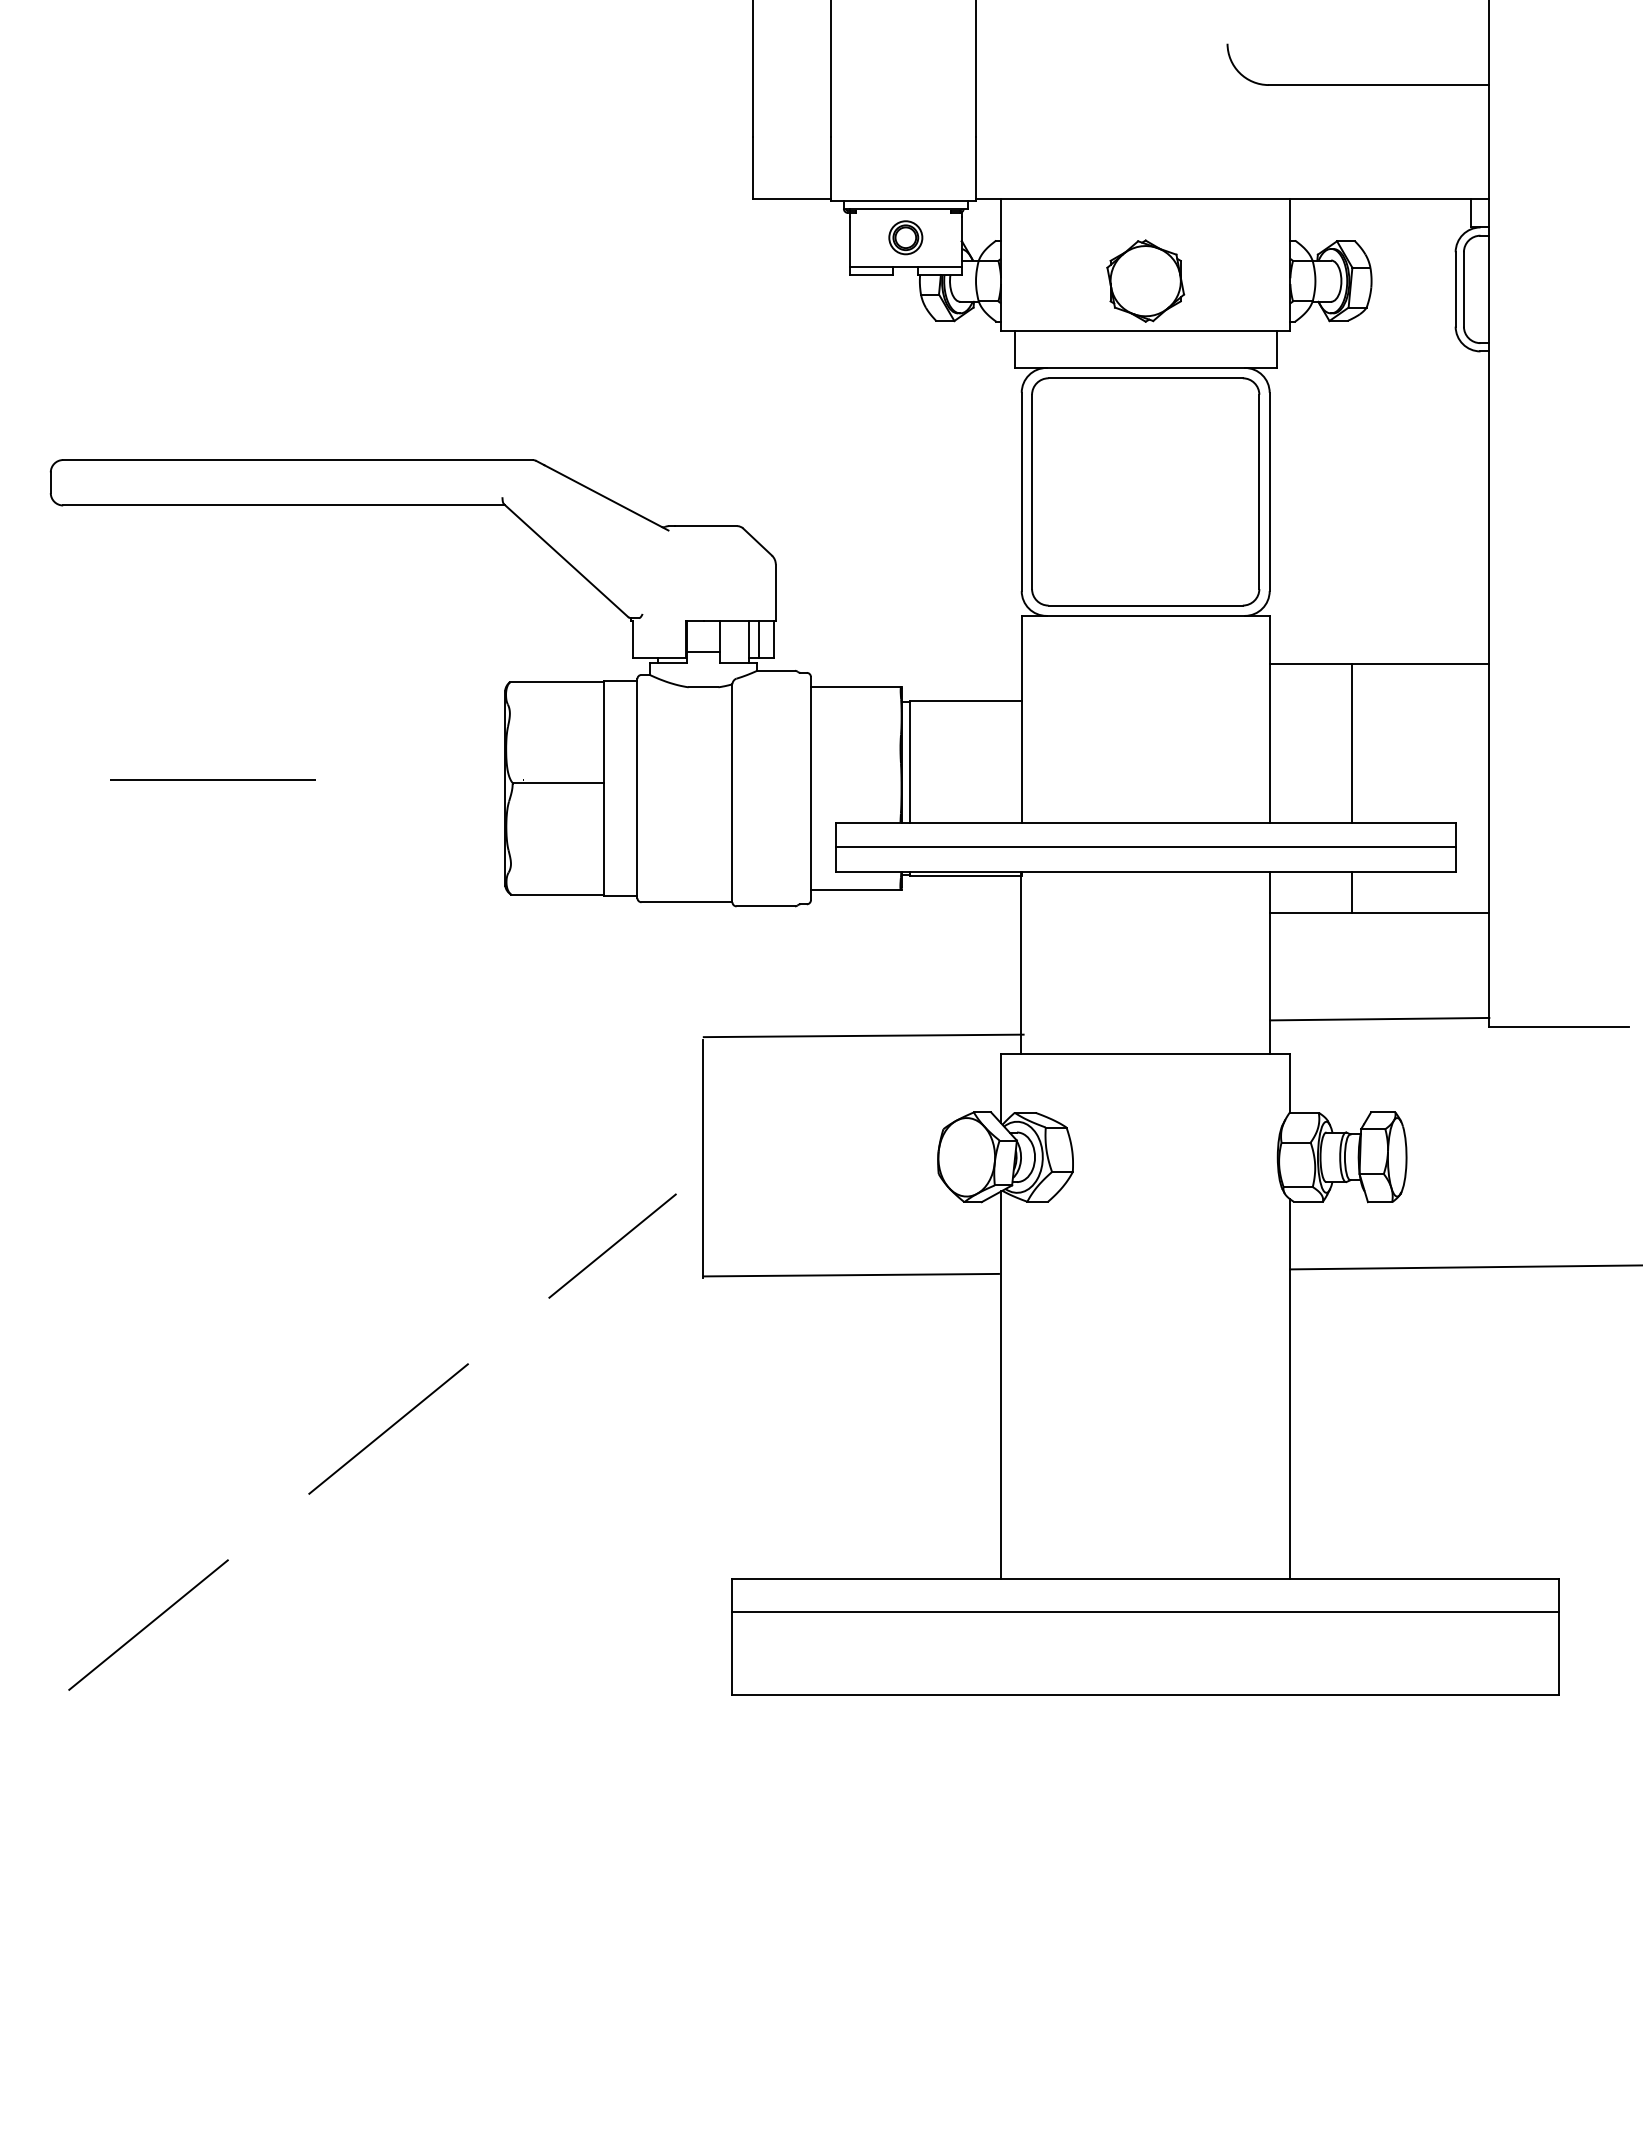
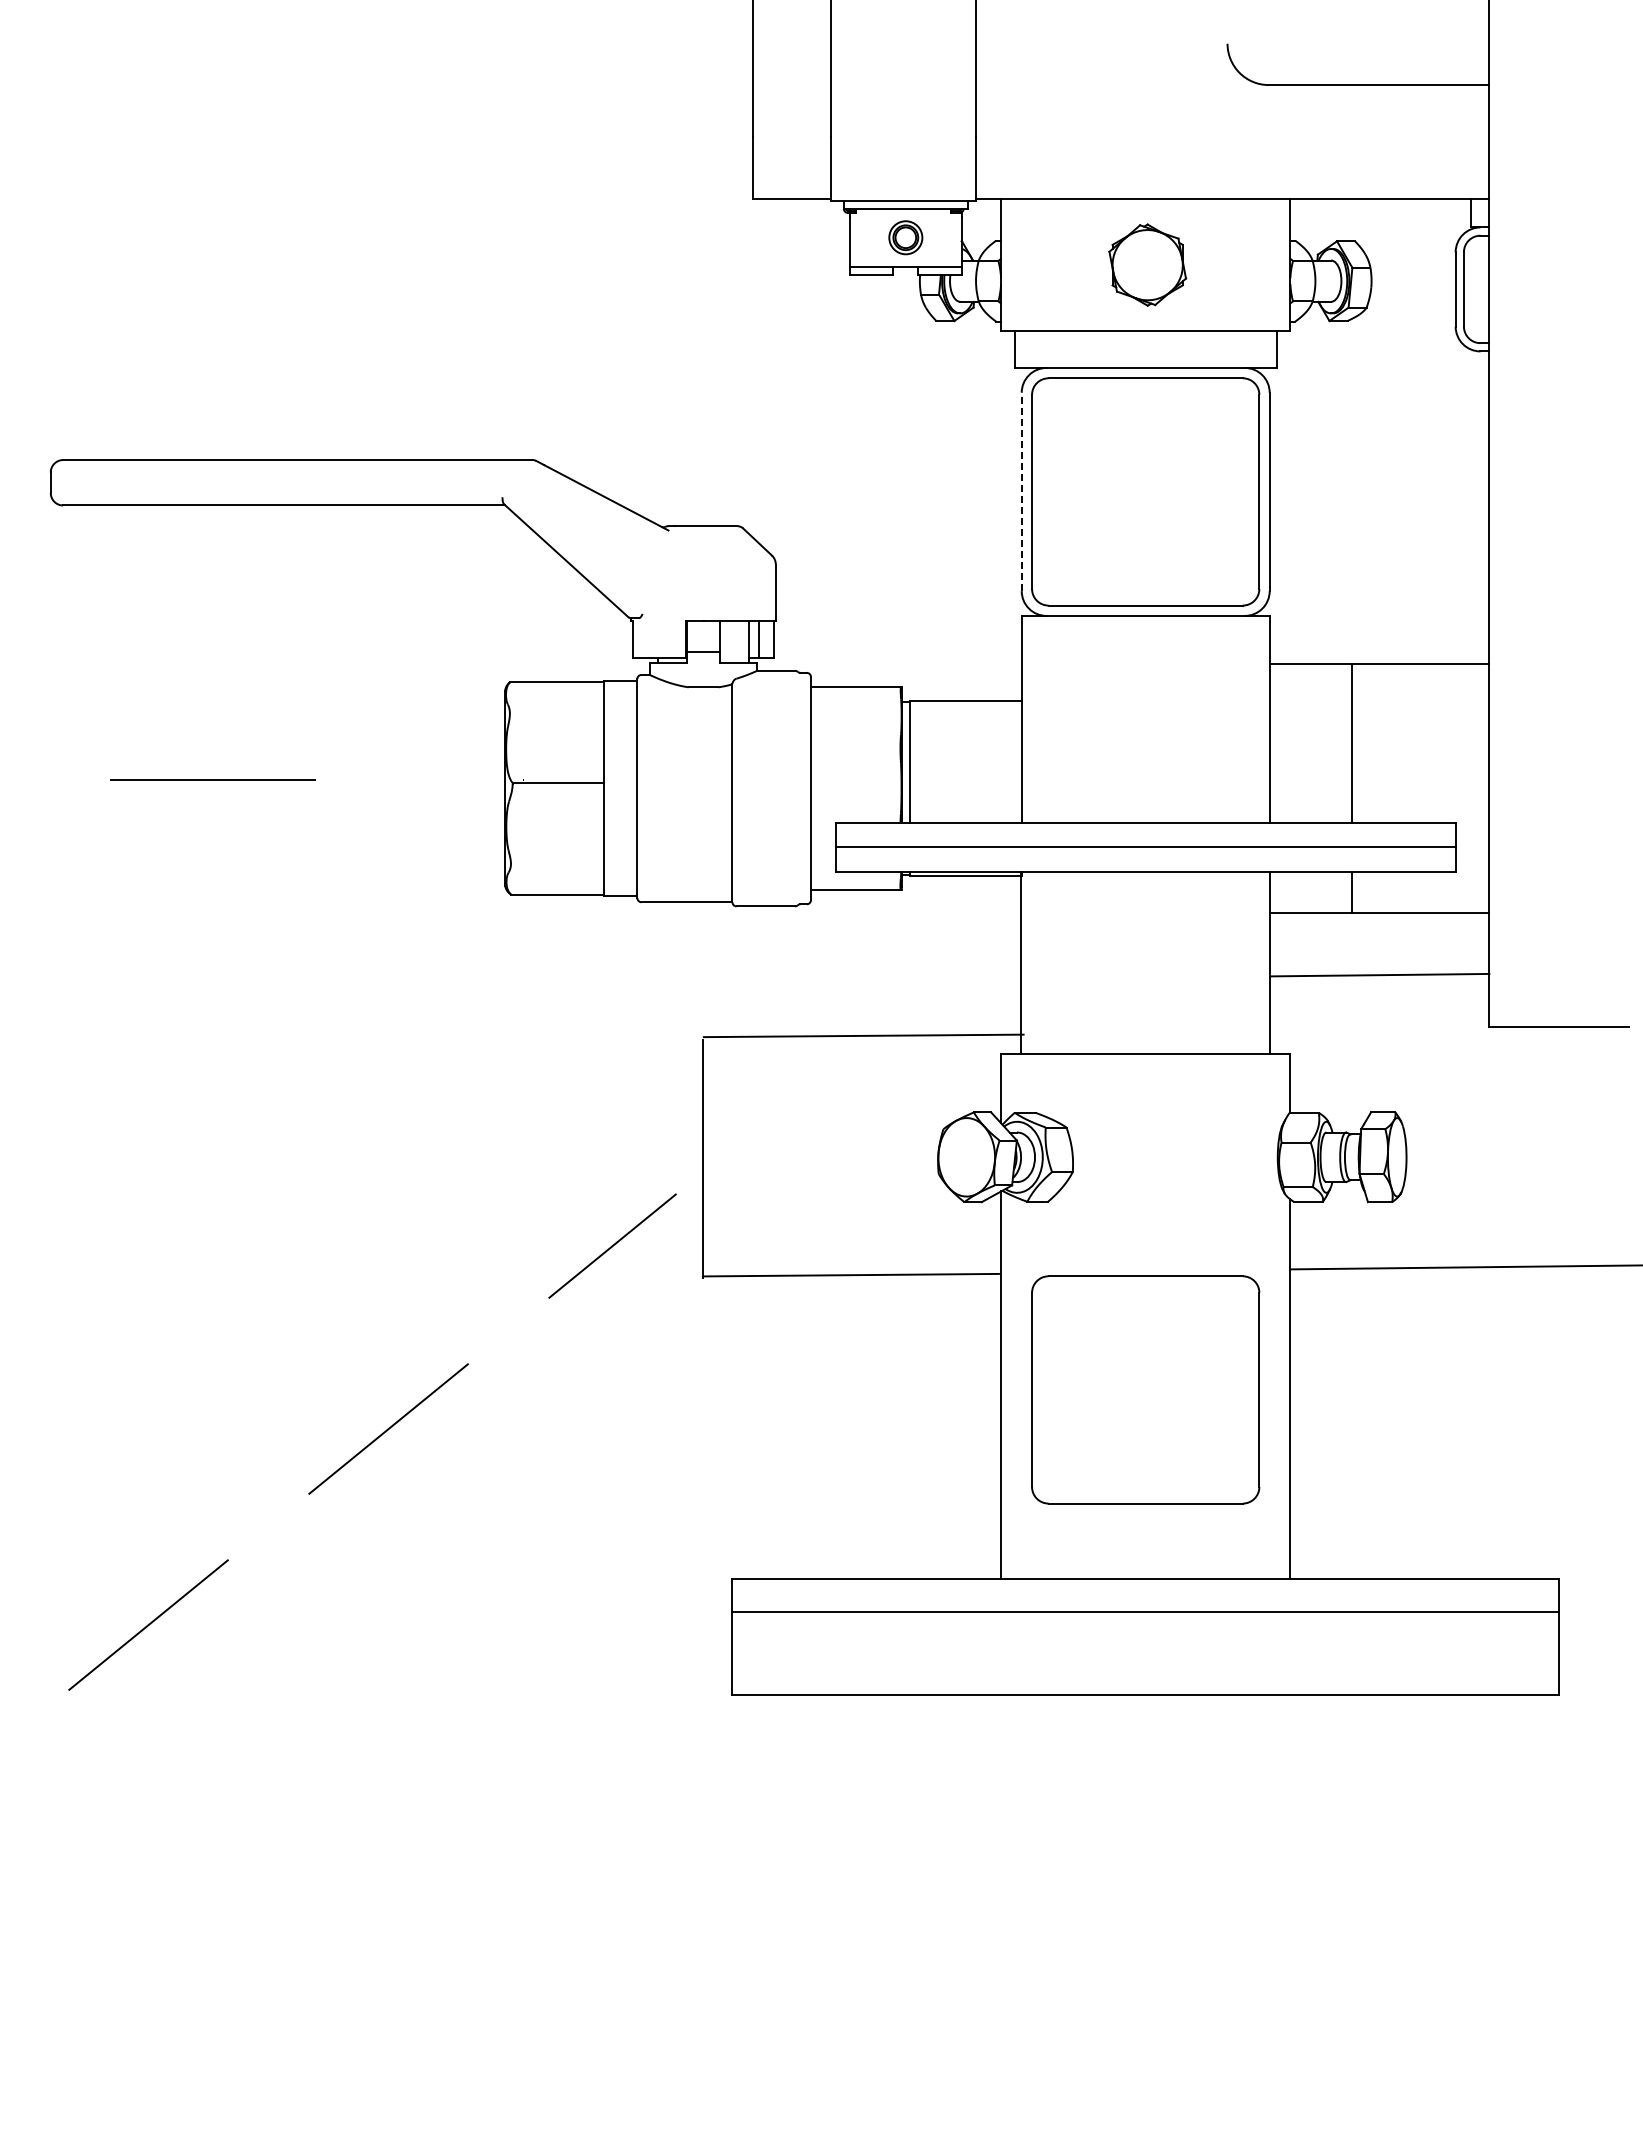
part at (1145, 280) position: (1145, 280) -> (1147, 264)
line at (1021, 491): solid -> dashed
line at (1379, 1018) position: (1379, 1018) -> (1379, 974)
part at (1145, 1389): none -> present
